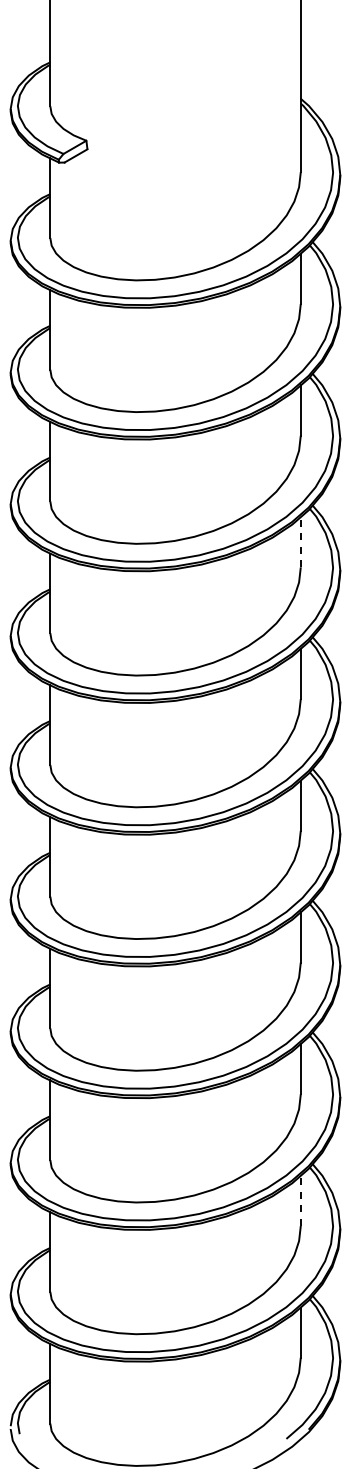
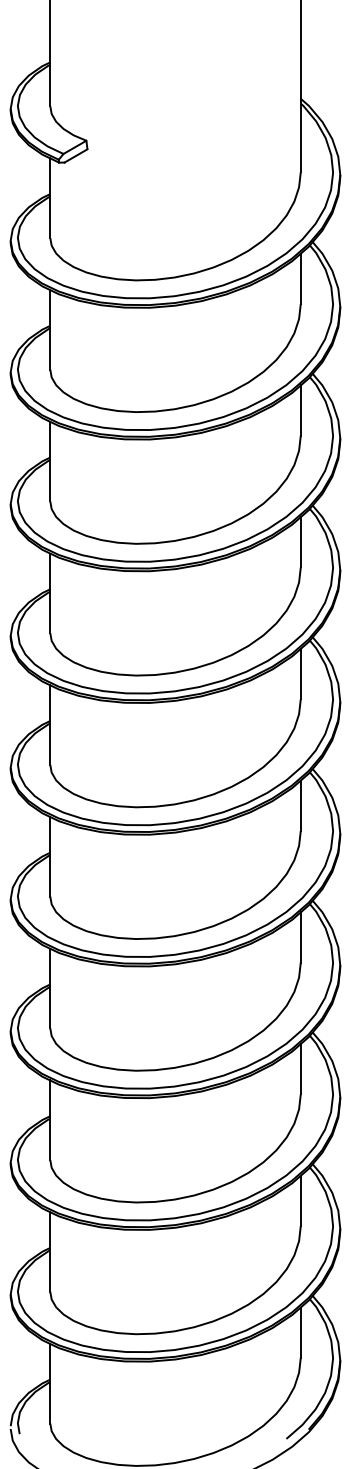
line at (300, 541): dashed -> solid
line at (300, 1200): dashed -> solid
